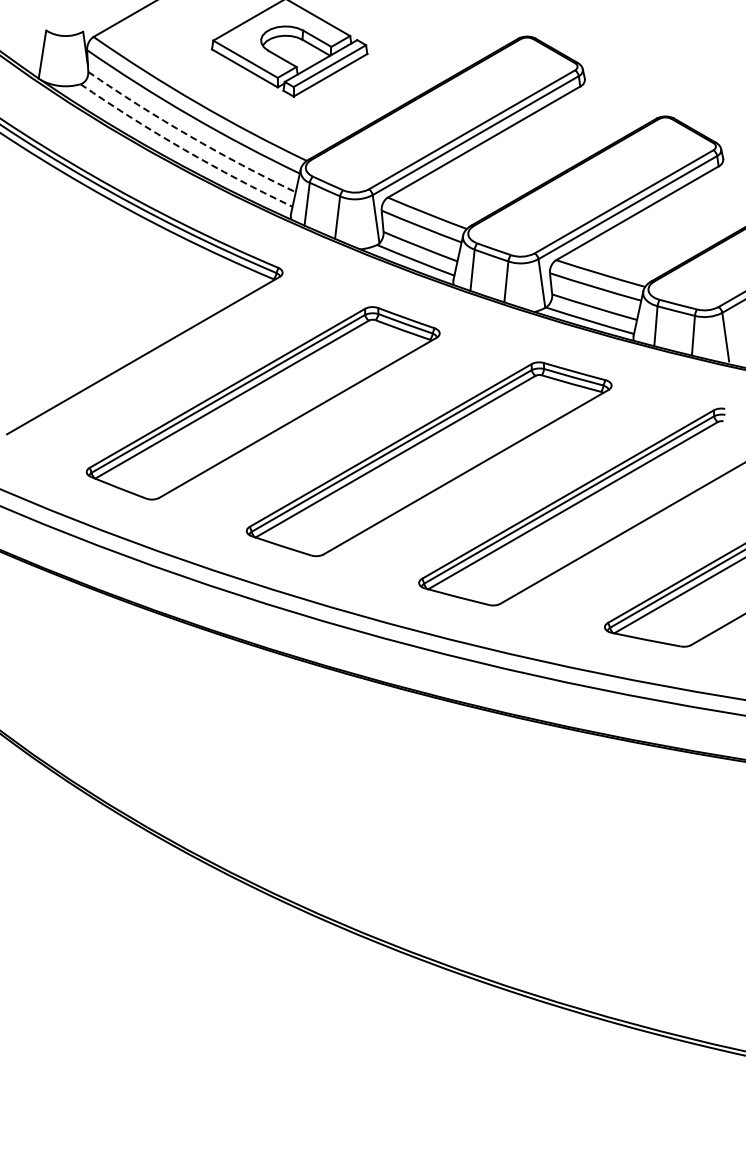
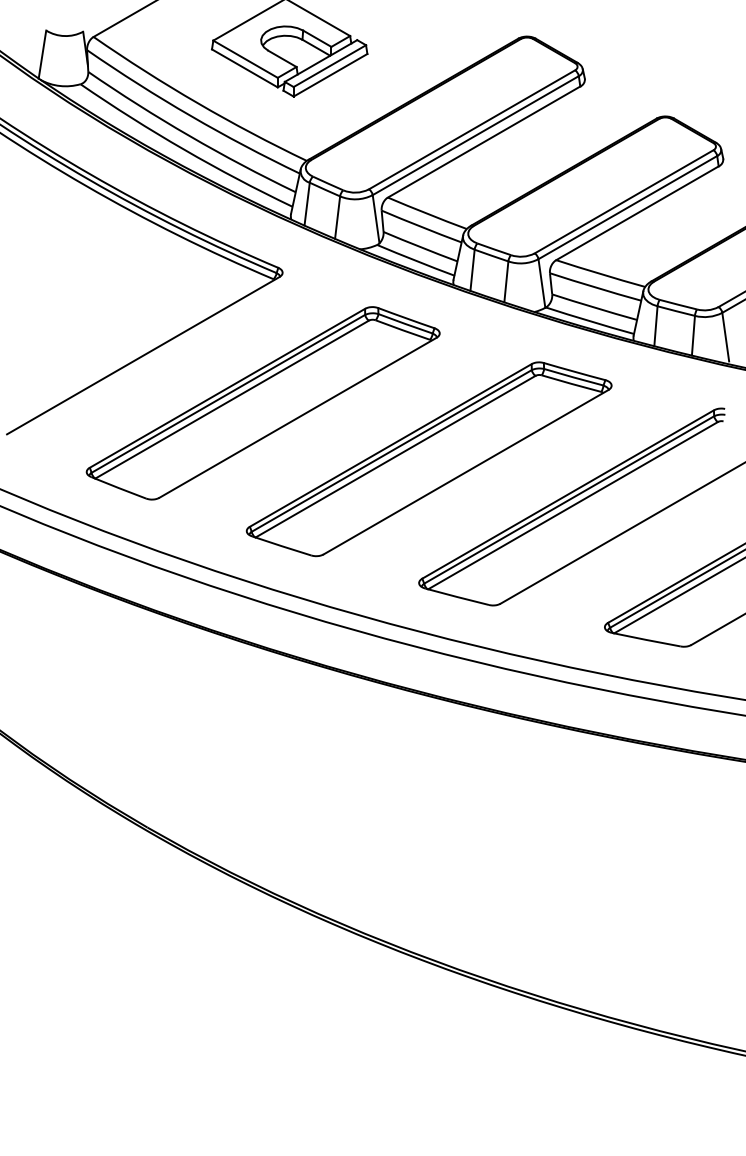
arc at (189, 136): dashed -> solid
arc at (184, 149): dashed -> solid
